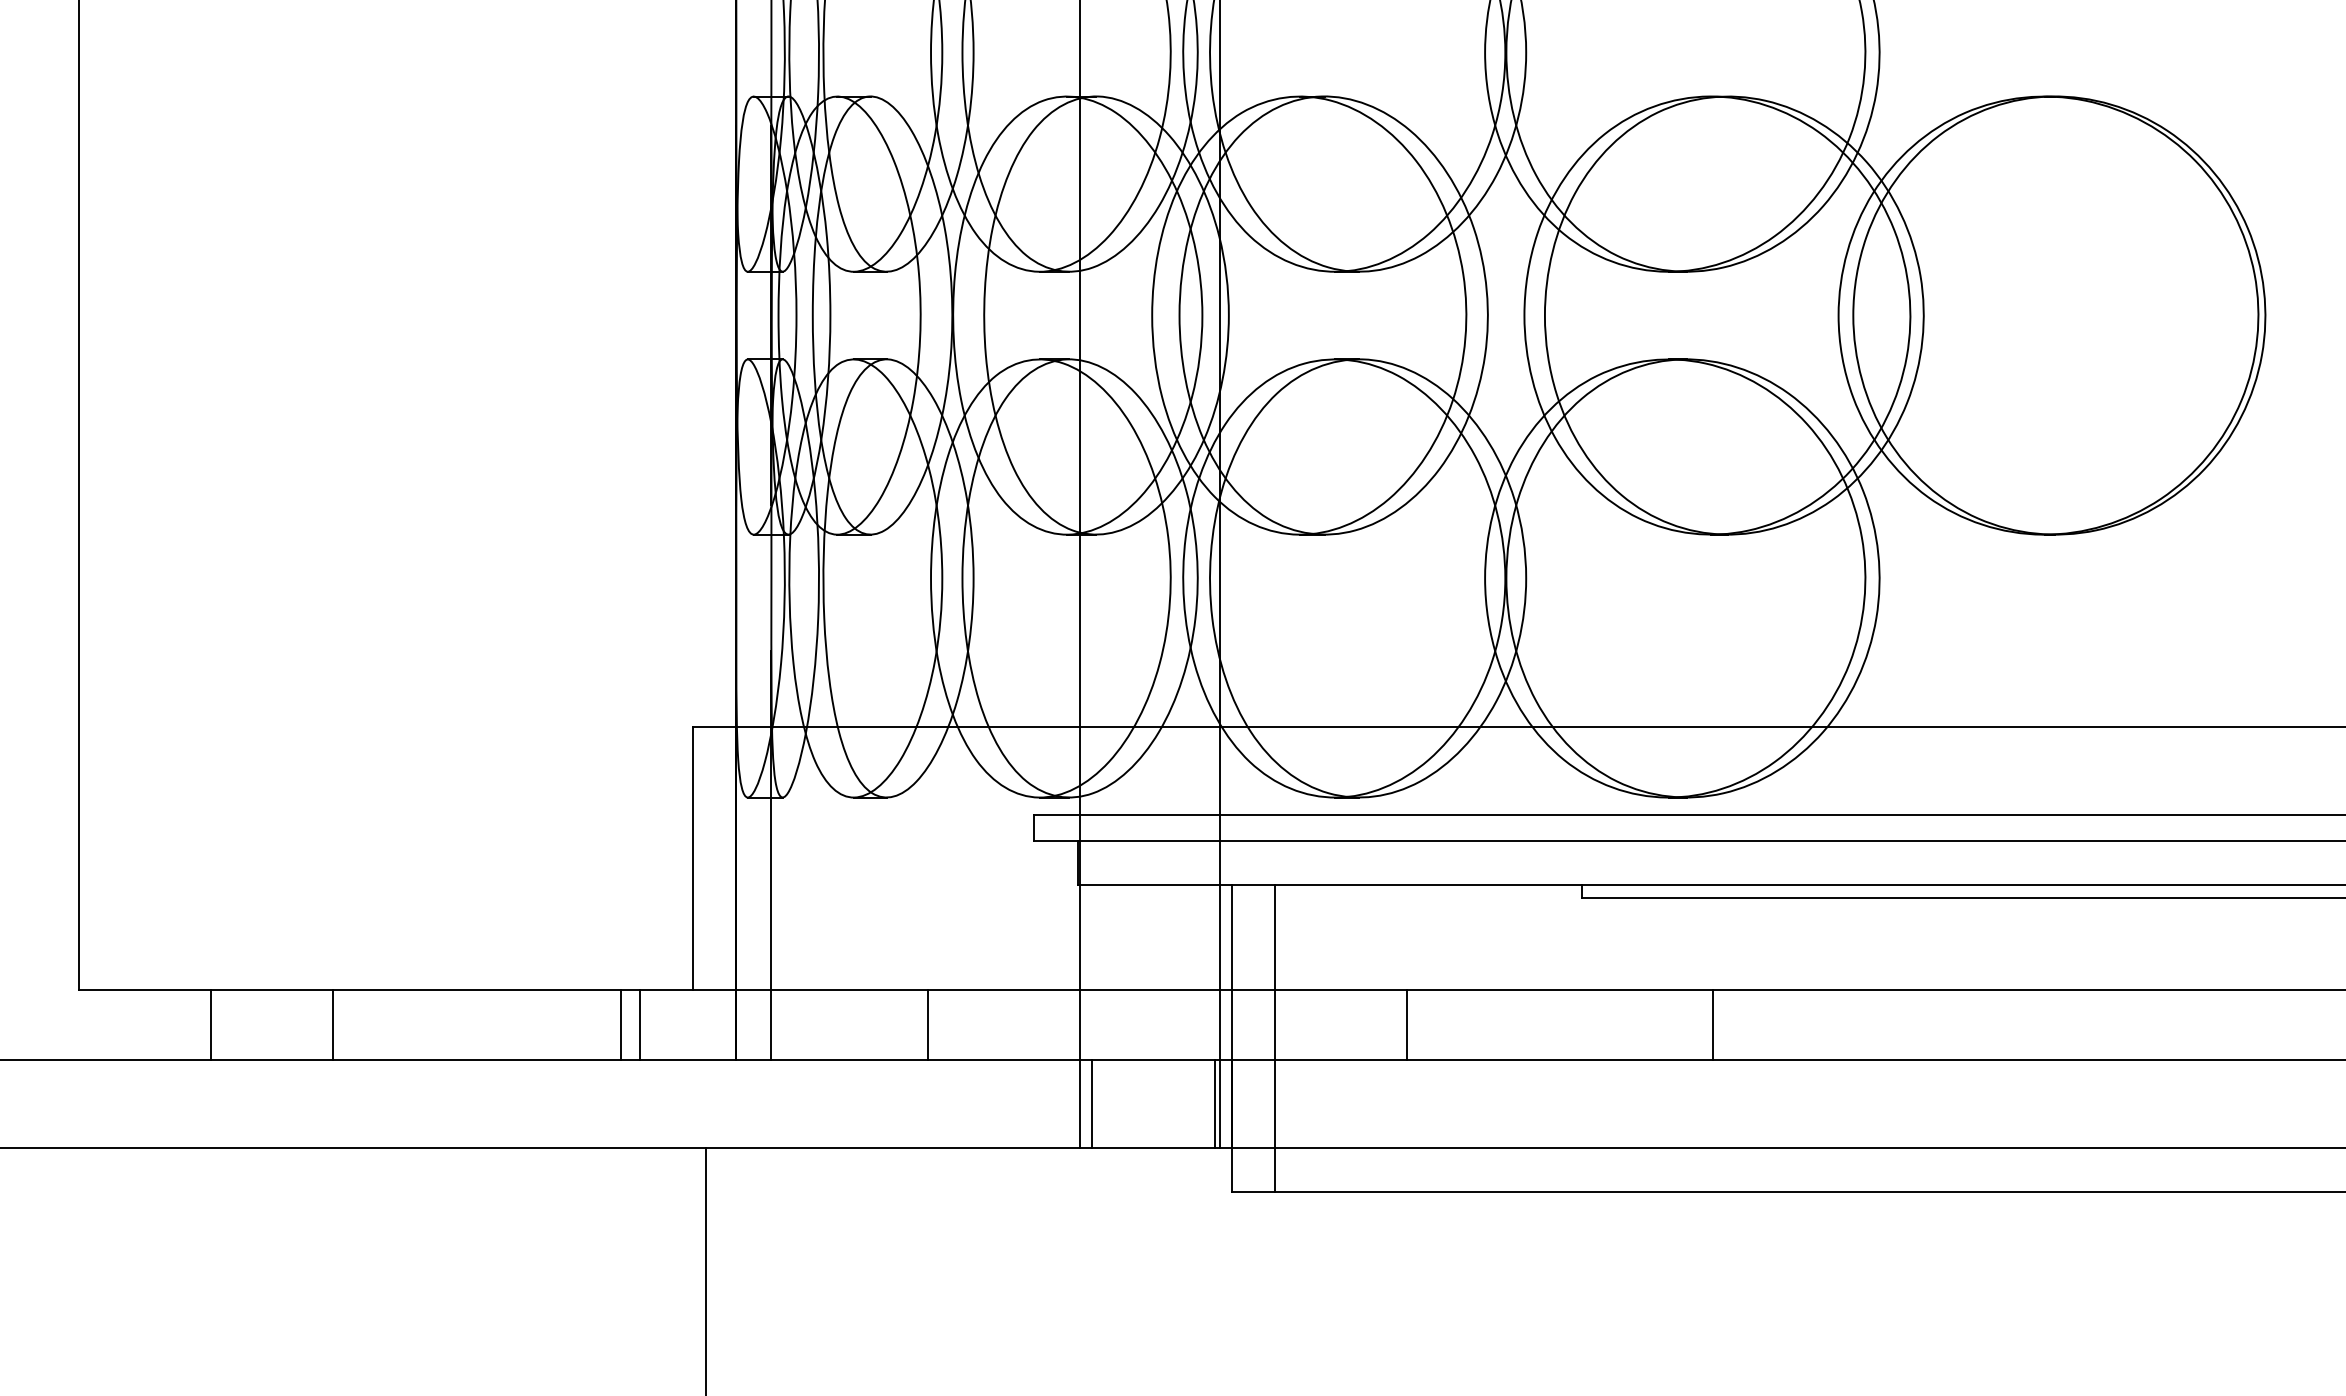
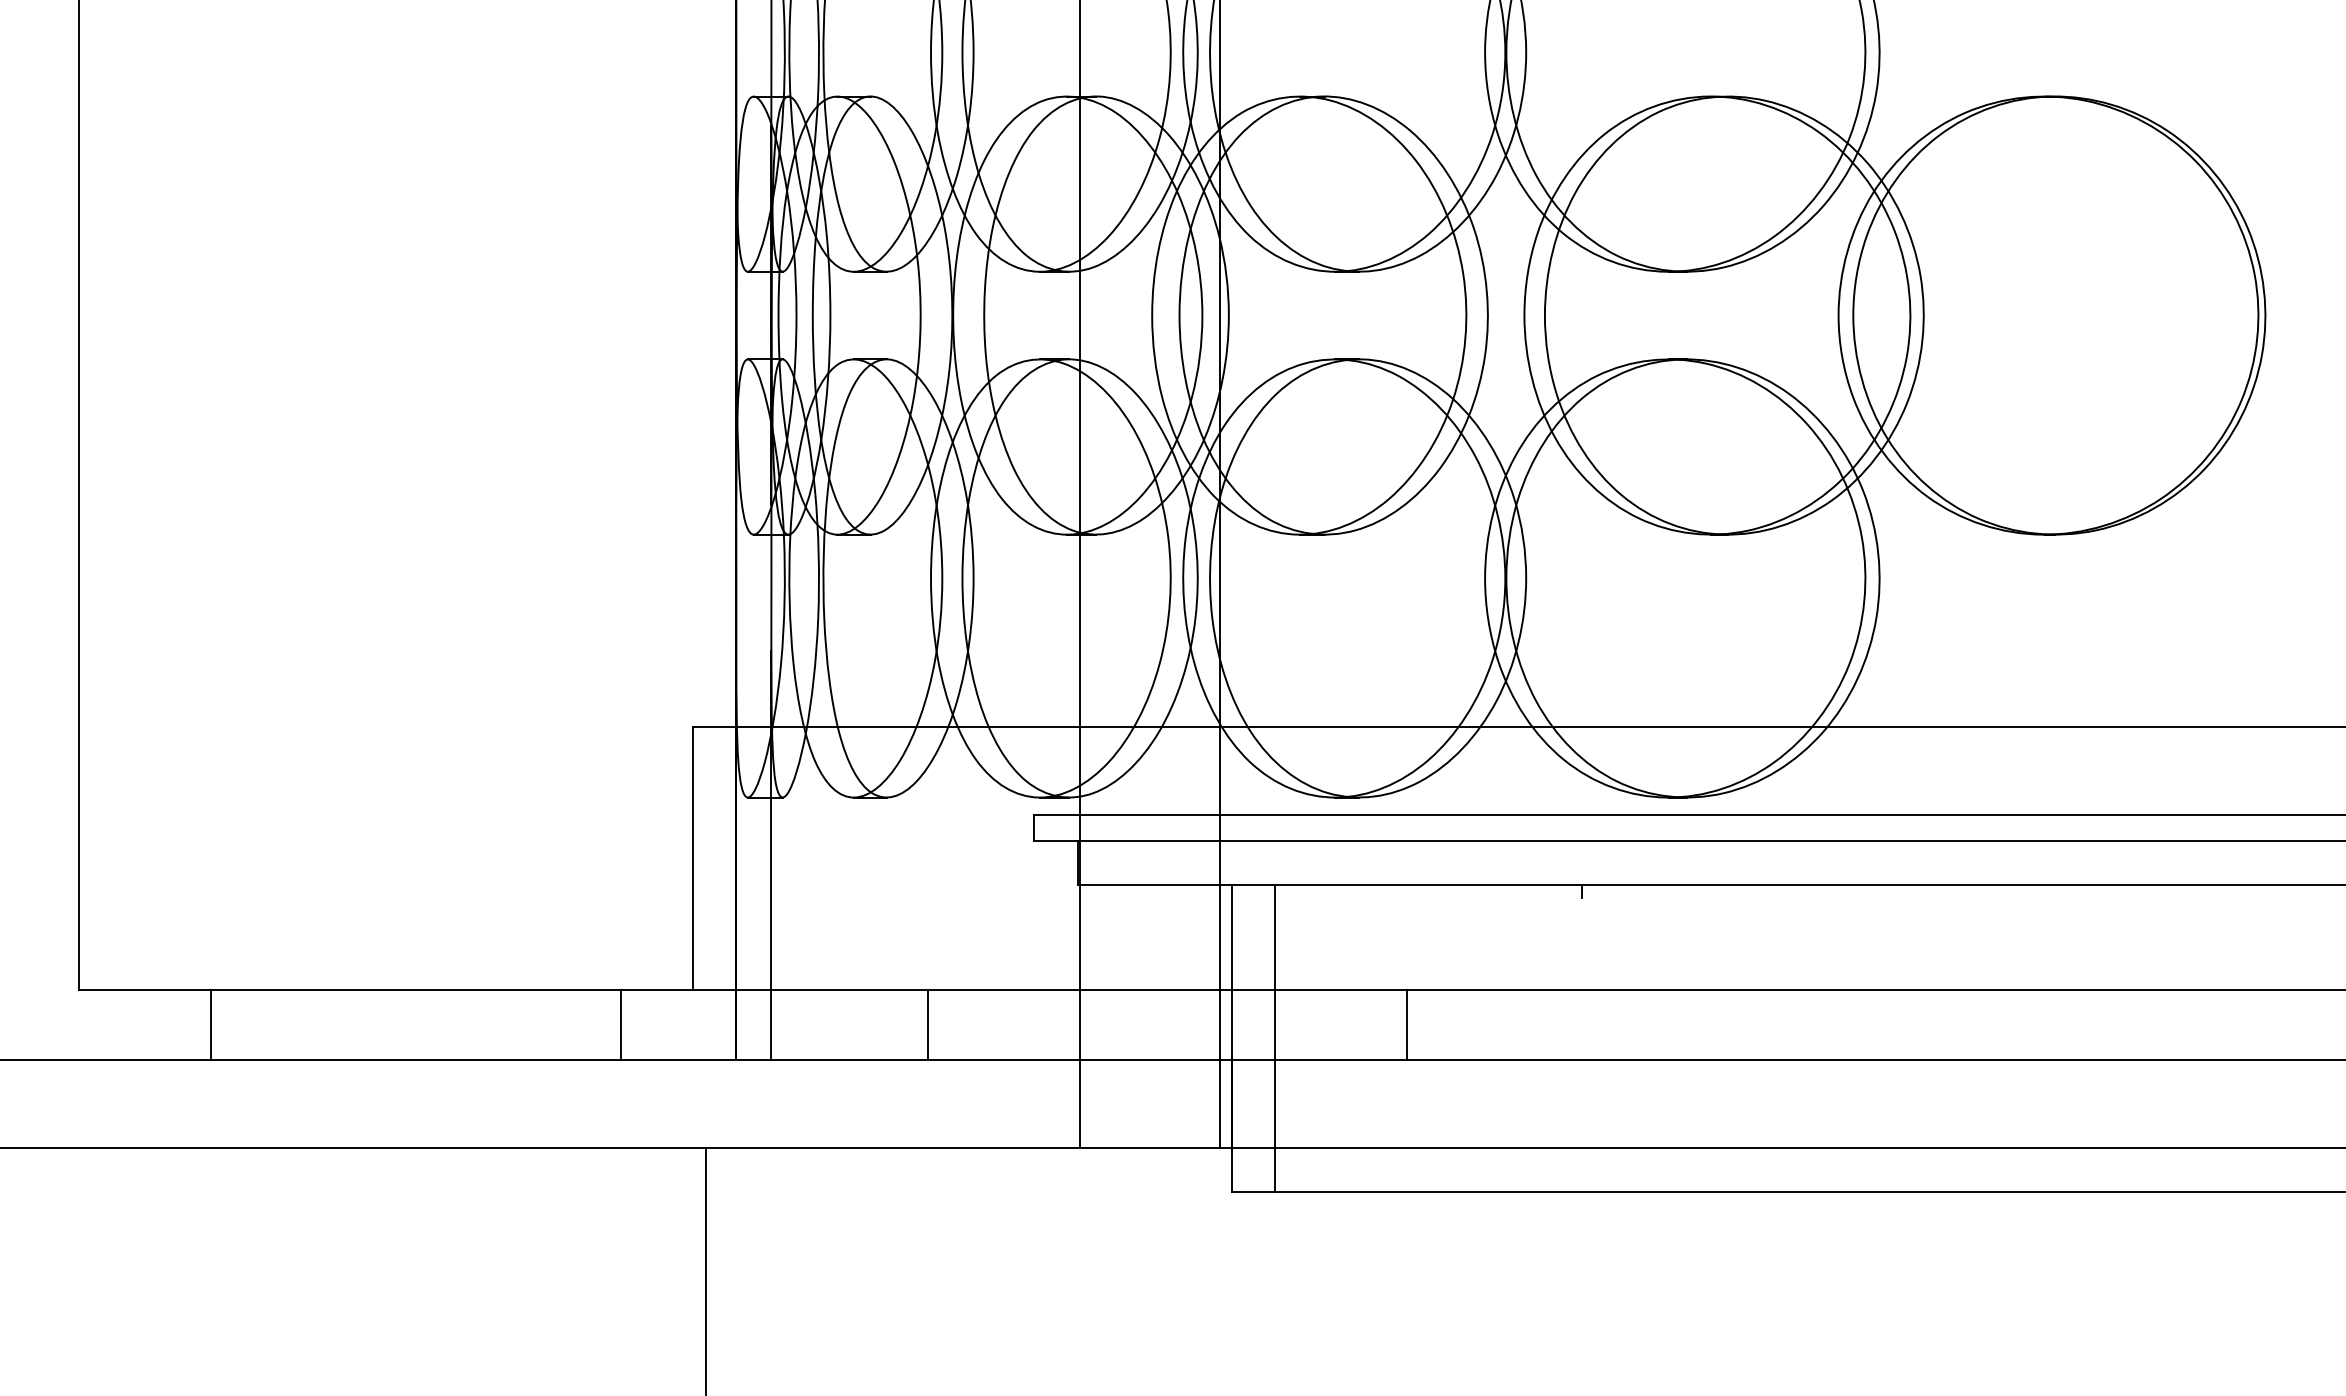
line at (1962, 898): present -> none
line at (333, 1025): present -> none
line at (639, 1025): present -> none
line at (1713, 1025): present -> none
line at (1092, 1104): present -> none
line at (1215, 1104): present -> none
